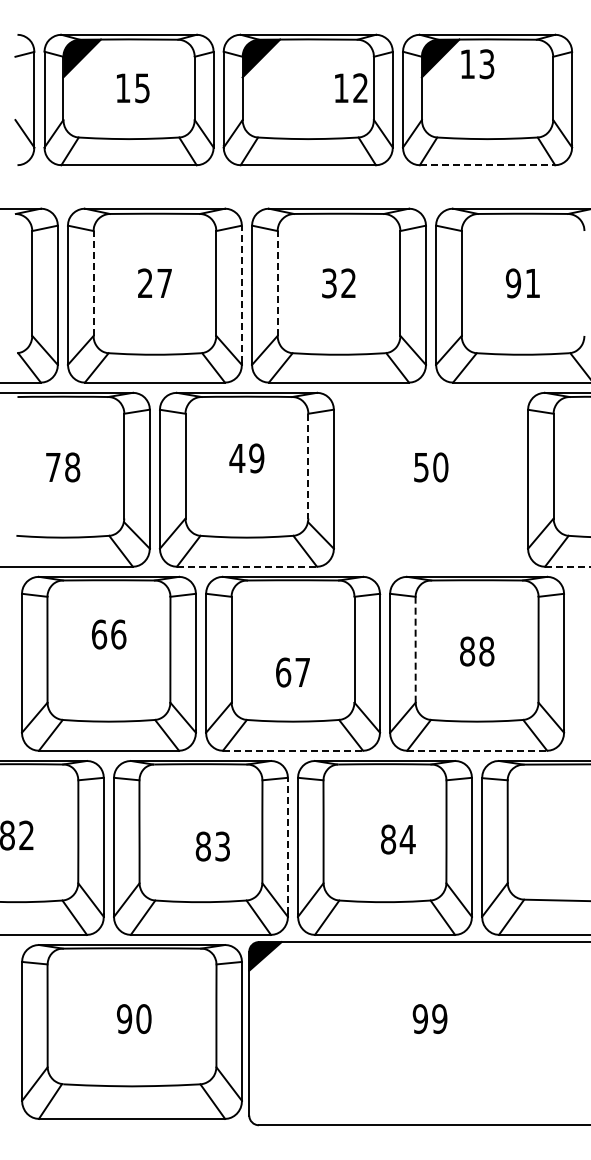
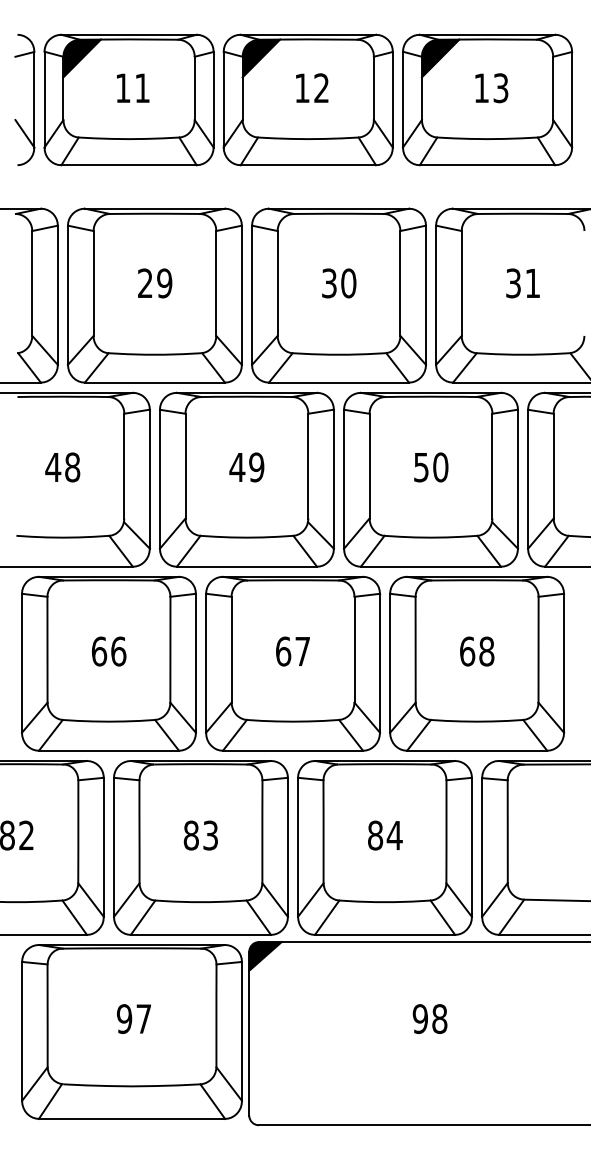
text at (477, 64) position: (477, 64) -> (491, 88)
text at (351, 87) position: (351, 87) -> (312, 87)
text at (142, 88): 15 -> 11
line at (487, 165): dashed -> solid
line at (93, 282): dashed -> solid
line at (277, 282): dashed -> solid
text at (164, 283): 27 -> 29
text at (348, 283): 32 -> 30
text at (513, 283): 91 -> 31
line at (241, 293): dashed -> solid
text at (246, 458) position: (246, 458) -> (246, 467)
line at (308, 466): dashed -> solid
text at (53, 467): 78 -> 48
part at (431, 479): none -> present
line at (247, 566): dashed -> solid
line at (567, 566): dashed -> solid
text at (109, 634) position: (109, 634) -> (109, 651)
line at (415, 649): dashed -> solid
text at (467, 651): 88 -> 68
text at (292, 672) position: (292, 672) -> (292, 651)
line at (293, 750): dashed -> solid
line at (477, 750): dashed -> solid
text at (398, 839) position: (398, 839) -> (385, 835)
text at (212, 846) position: (212, 846) -> (200, 835)
line at (287, 846): dashed -> solid
text at (143, 1018): 90 -> 97
text at (439, 1018): 99 -> 98
